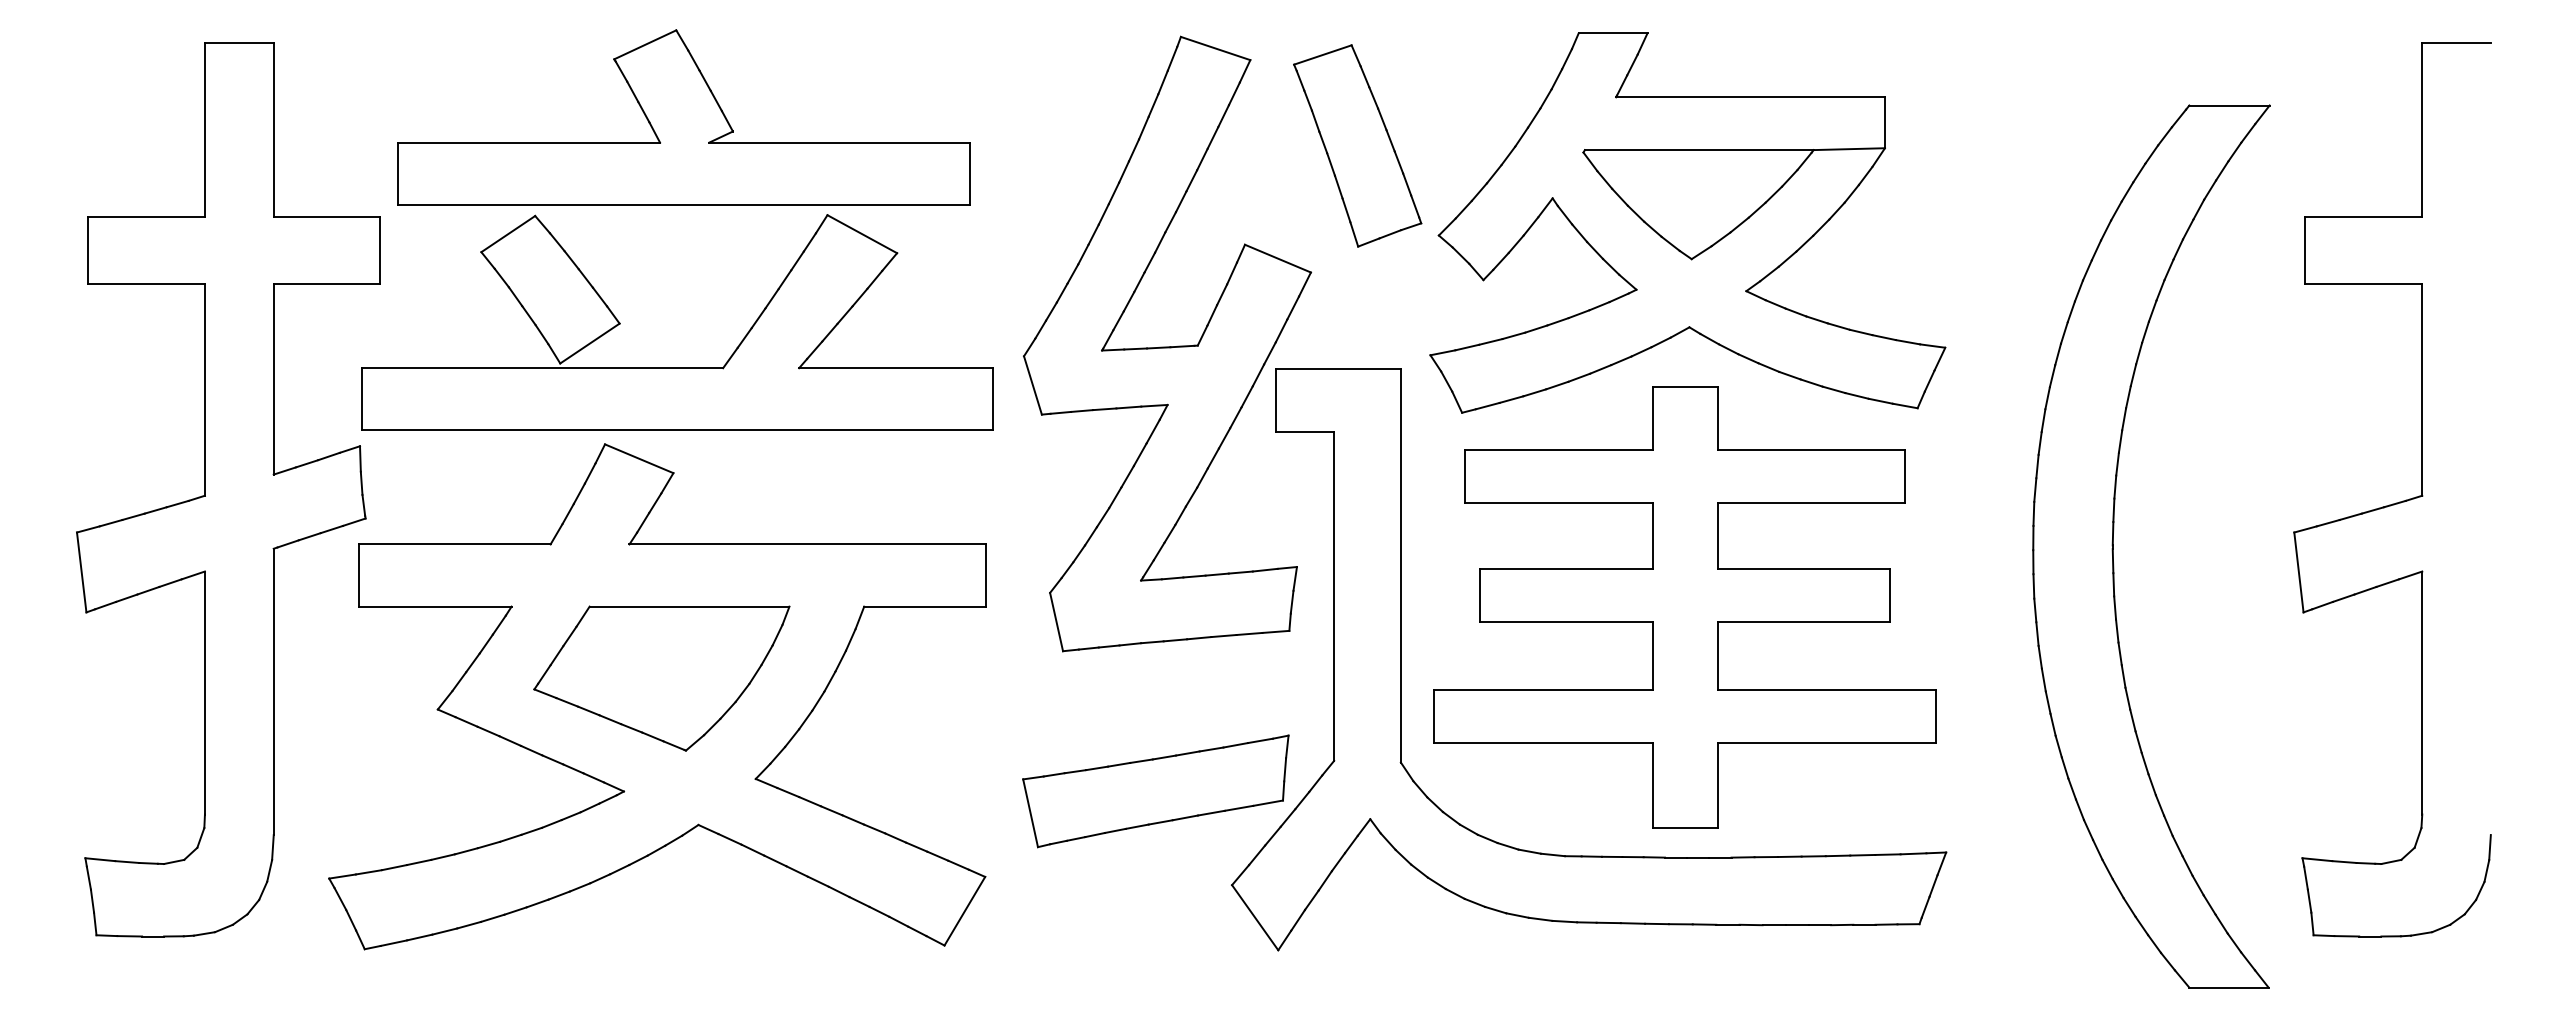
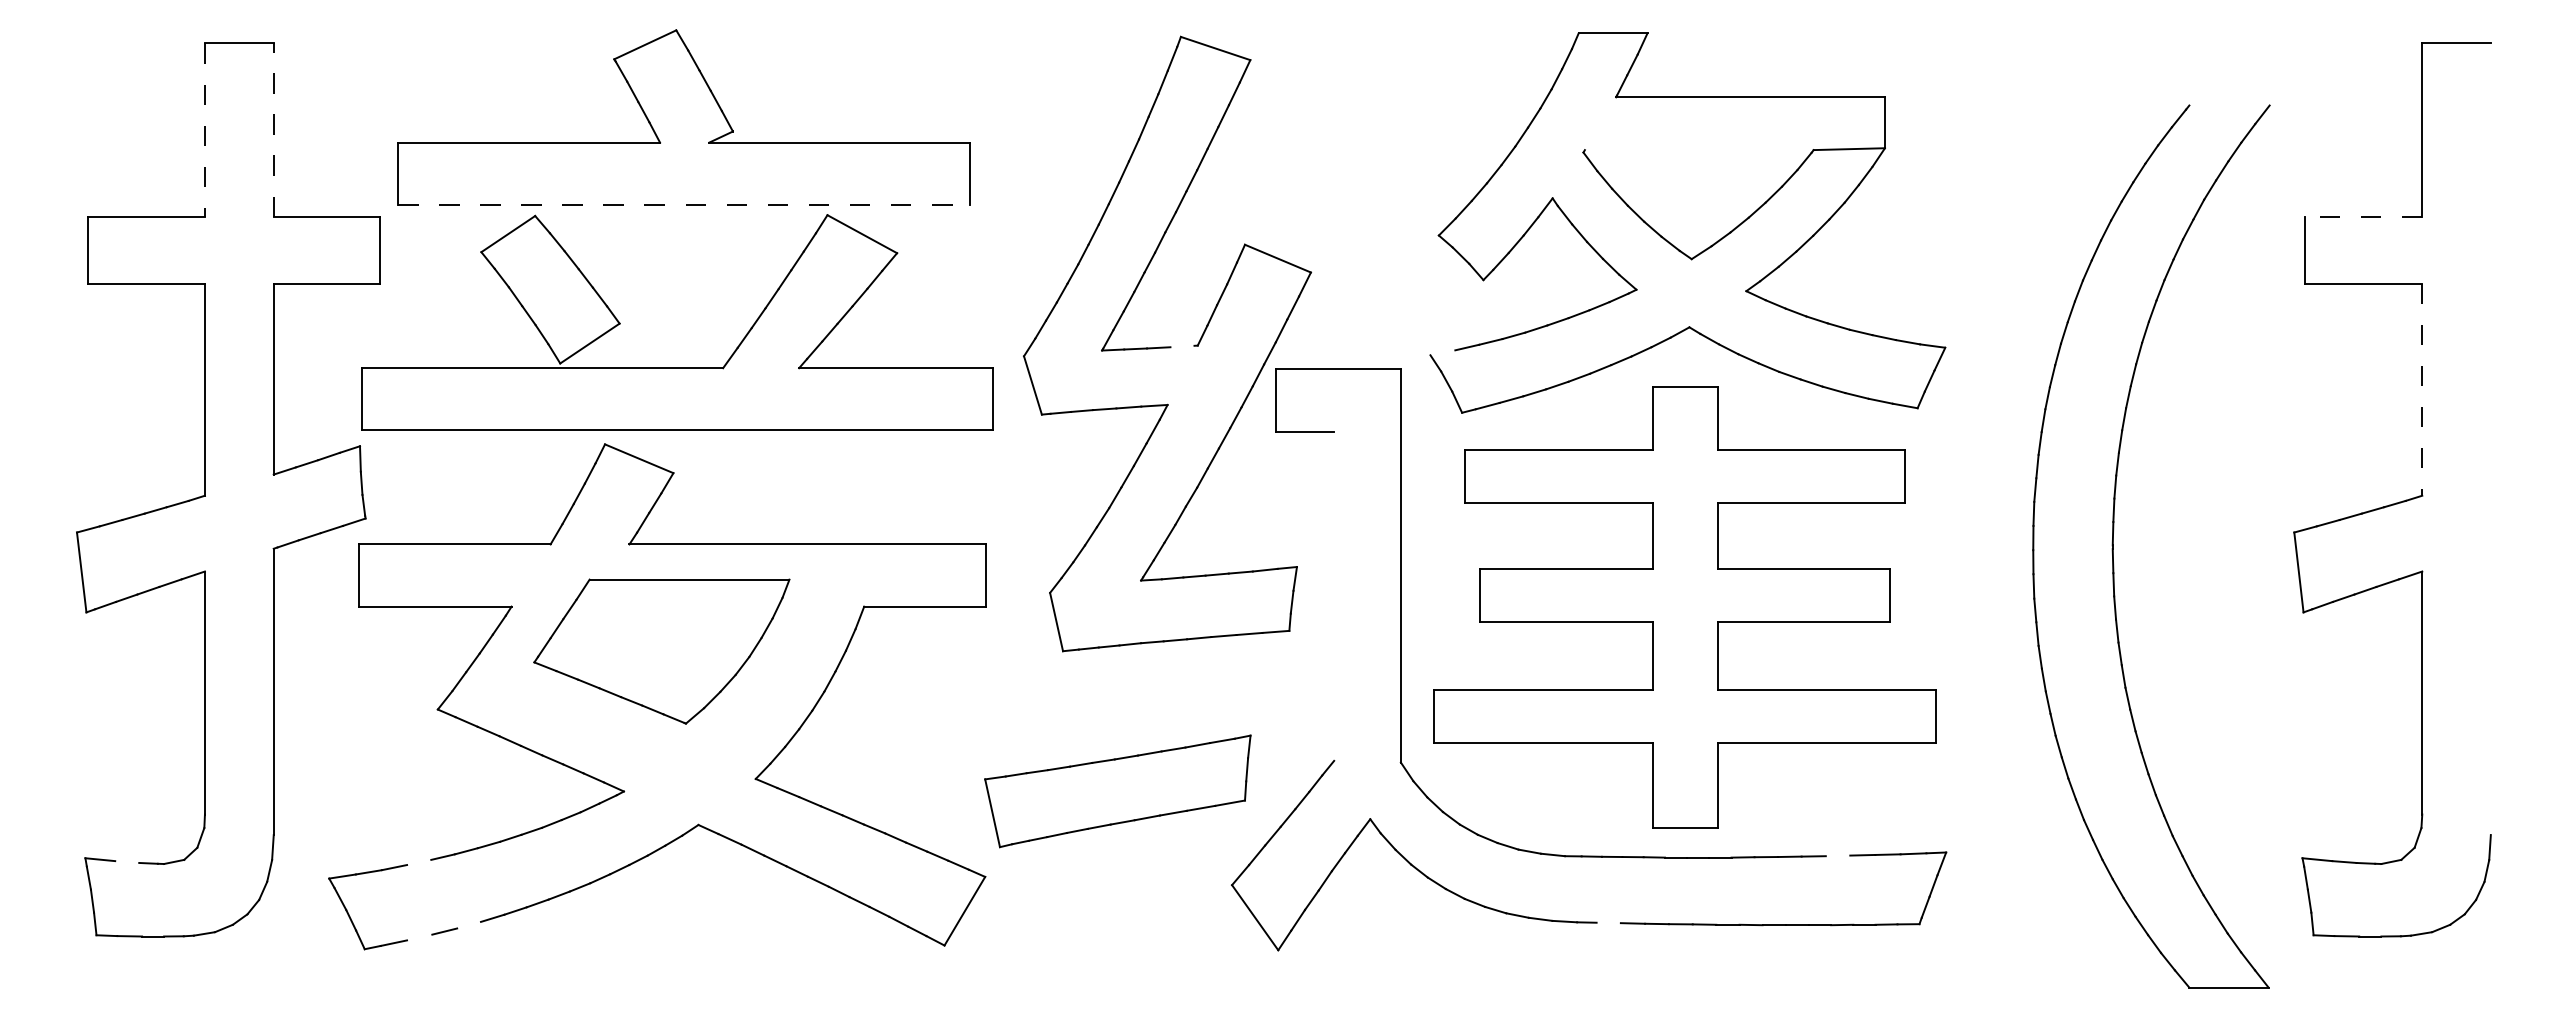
line at (2229, 105): present -> none
line at (204, 130): solid -> dashed
line at (273, 130): solid -> dashed
part at (1357, 145): present -> none
line at (1698, 150): present -> none
line at (684, 204): solid -> dashed
line at (2363, 217): solid -> dashed
line at (1182, 346): present -> none
line at (1442, 352): present -> none
line at (2422, 390): solid -> dashed
line at (1334, 596): present -> none
part at (661, 678) position: (661, 678) -> (661, 651)
part at (1155, 791) position: (1155, 791) -> (1117, 791)
line at (1837, 855): present -> none
line at (127, 861): present -> none
line at (419, 862): present -> none
line at (1608, 922): present -> none
line at (468, 924): present -> none
line at (419, 937): present -> none
